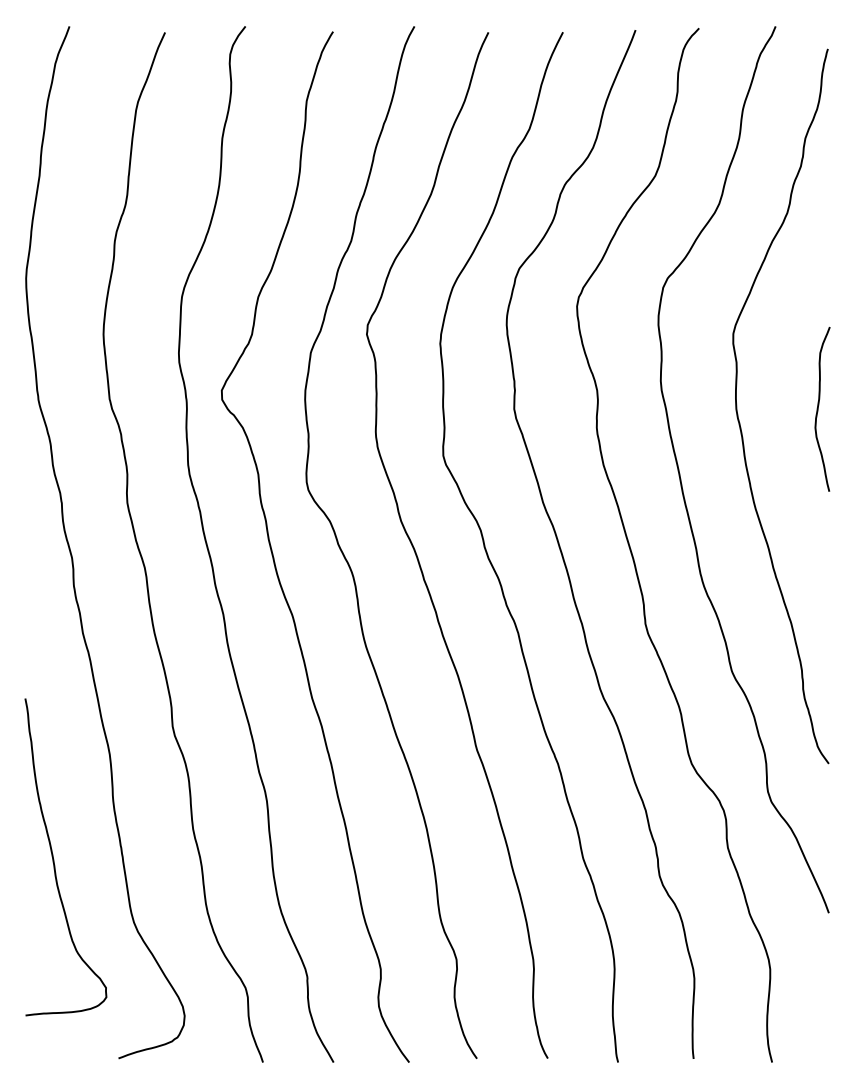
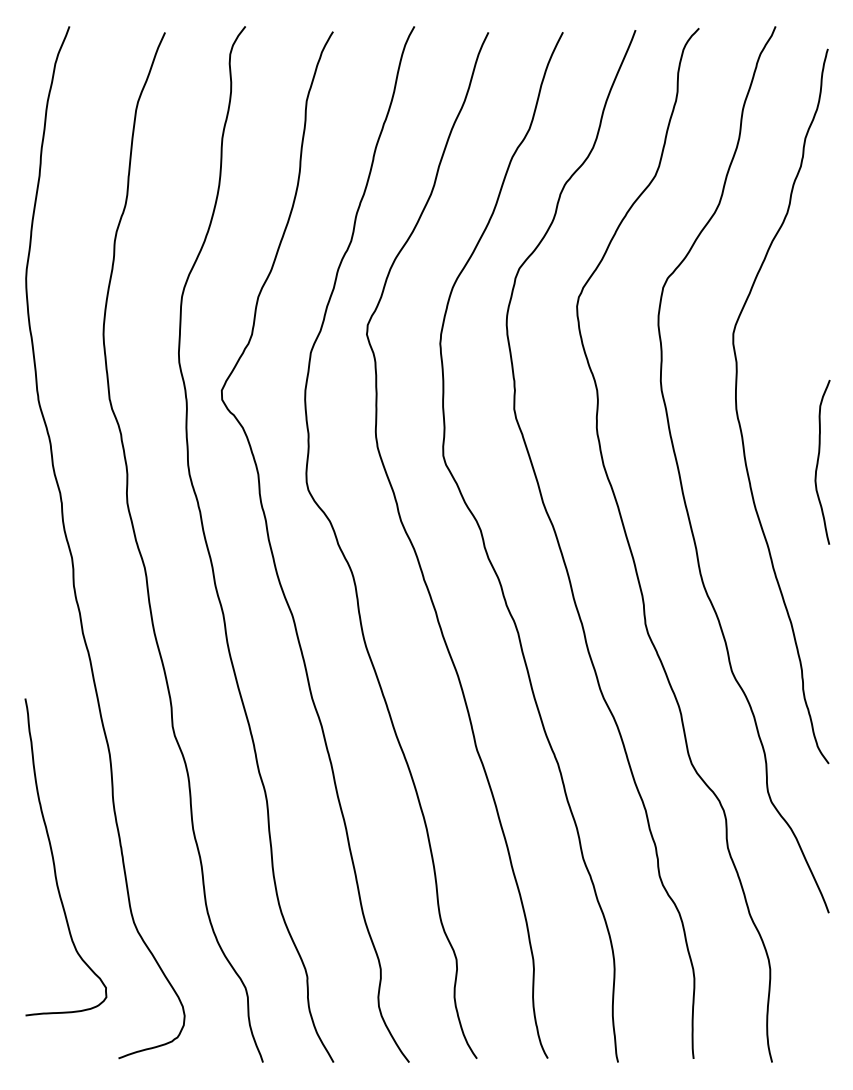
curve at (818, 408) position: (818, 408) -> (818, 461)
